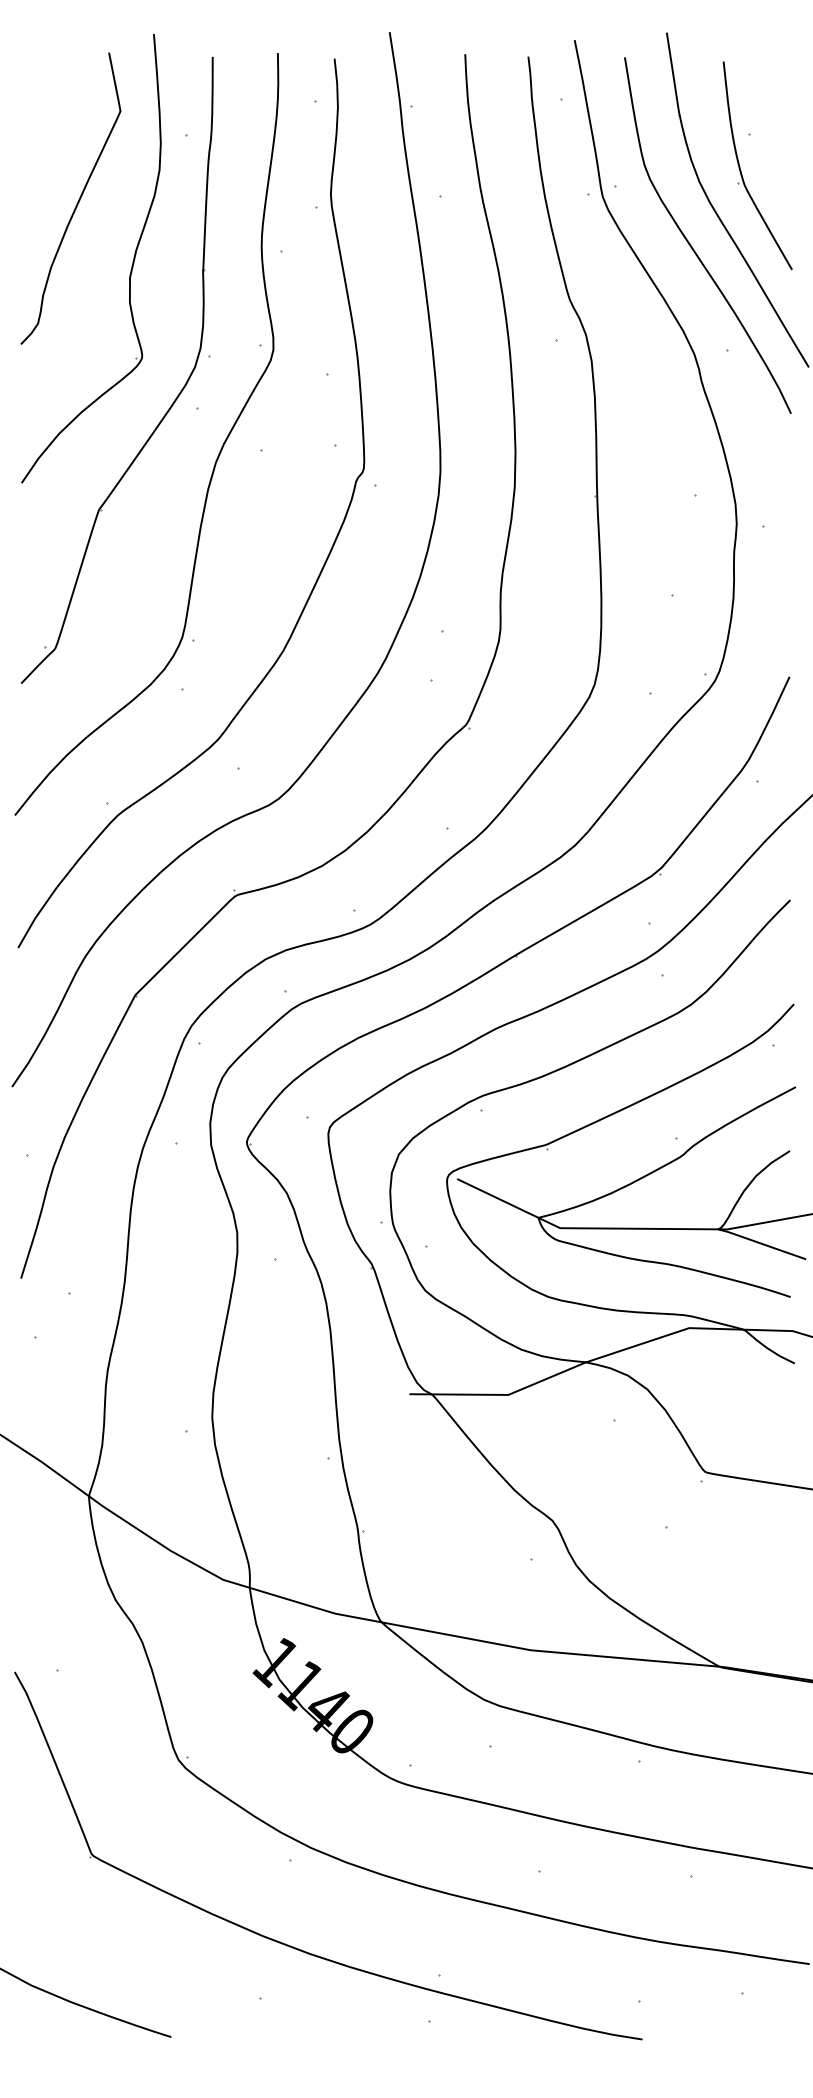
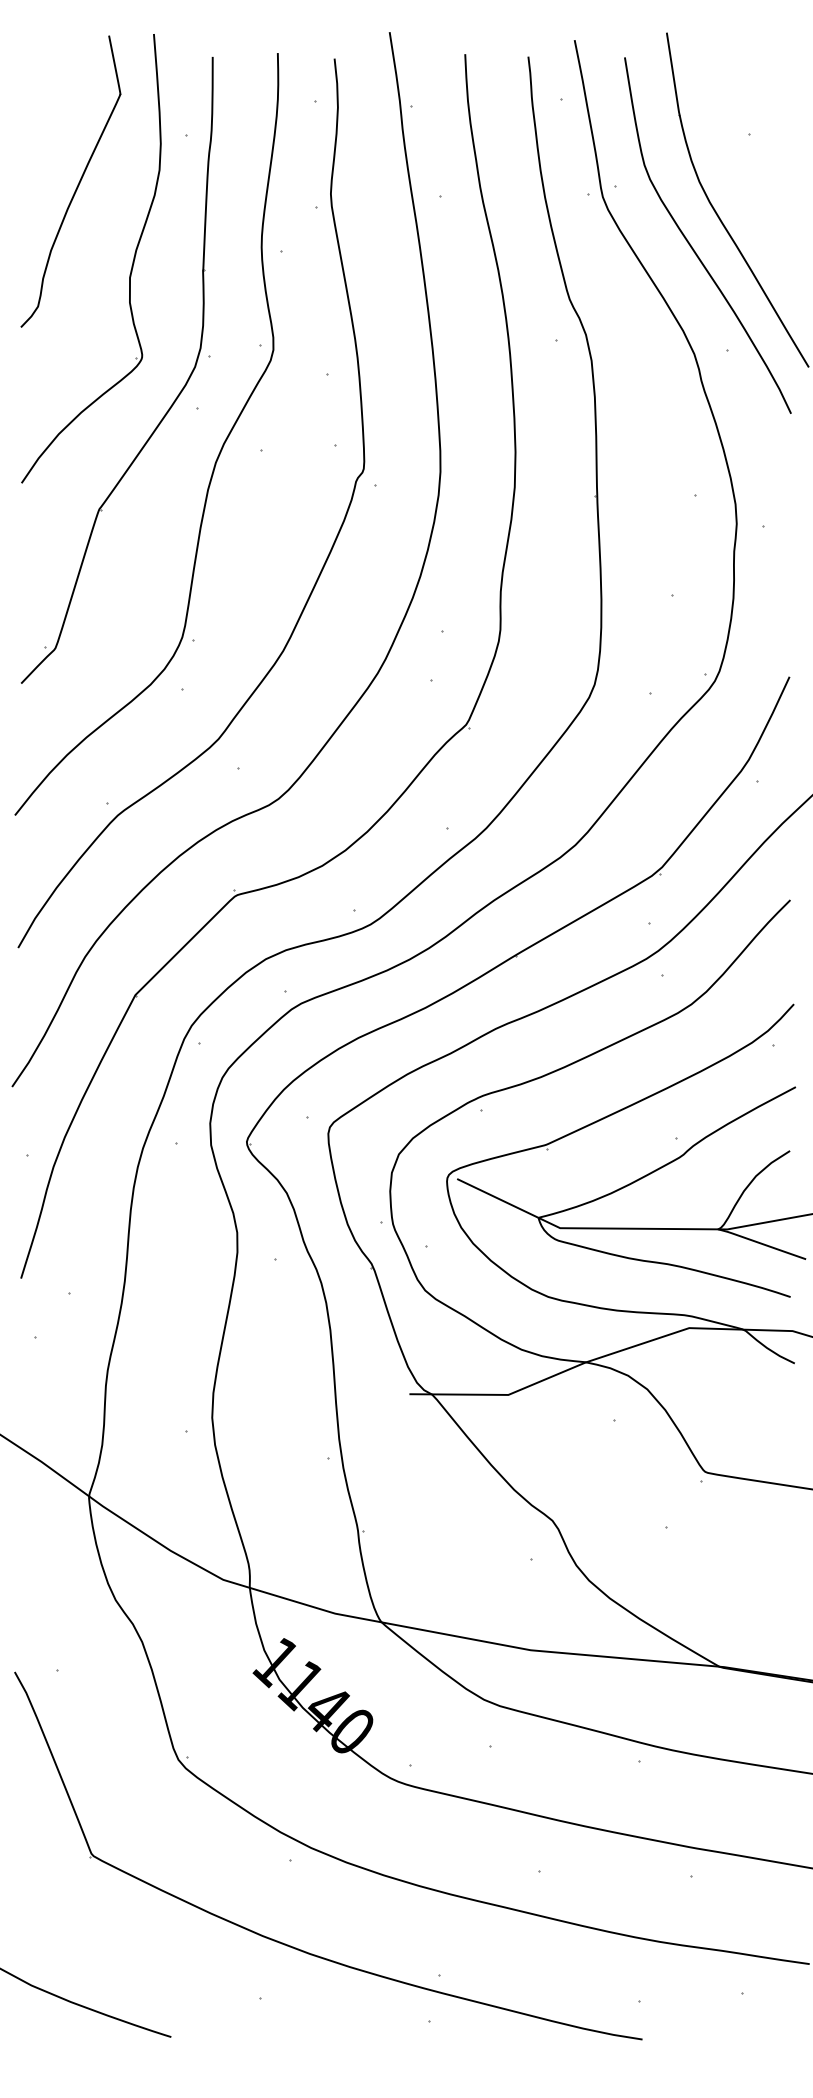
part at (741, 170): present -> none
part at (77, 201) position: (77, 201) -> (77, 184)
